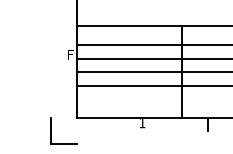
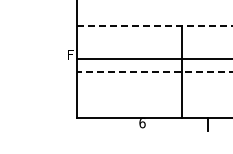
line at (155, 26): solid -> dashed
line at (153, 45): present -> none
line at (155, 72): solid -> dashed
line at (153, 85): present -> none
text at (142, 123): 1 -> 6
part at (51, 130): present -> none
